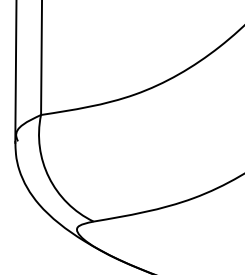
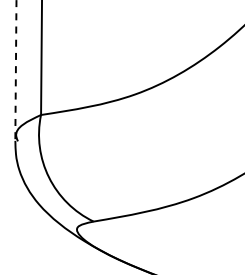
line at (15, 71): solid -> dashed
